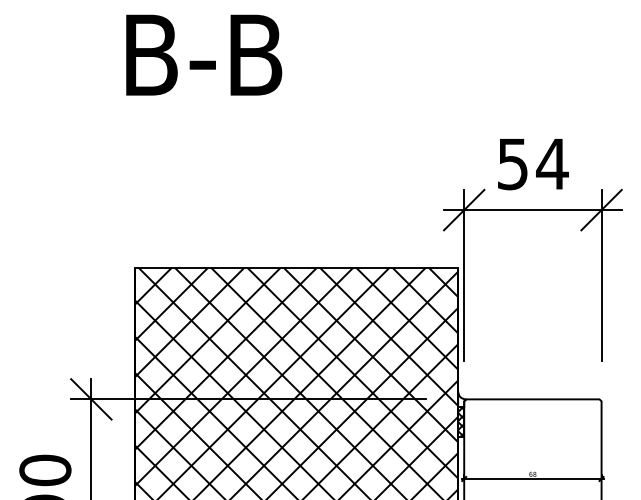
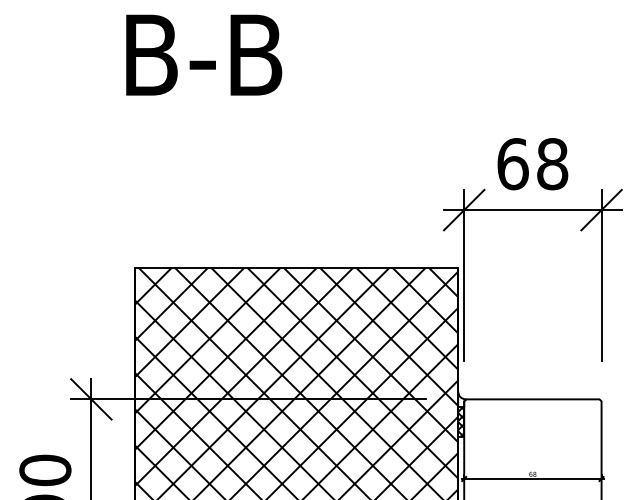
text at (532, 164): 54 -> 68
